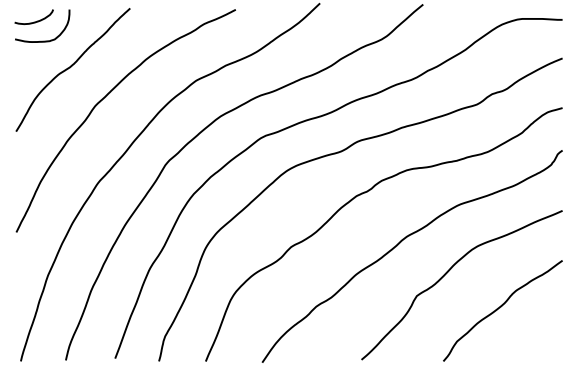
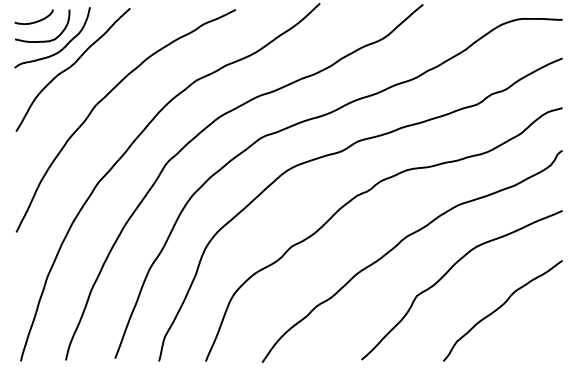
curve at (61, 48): none -> present
